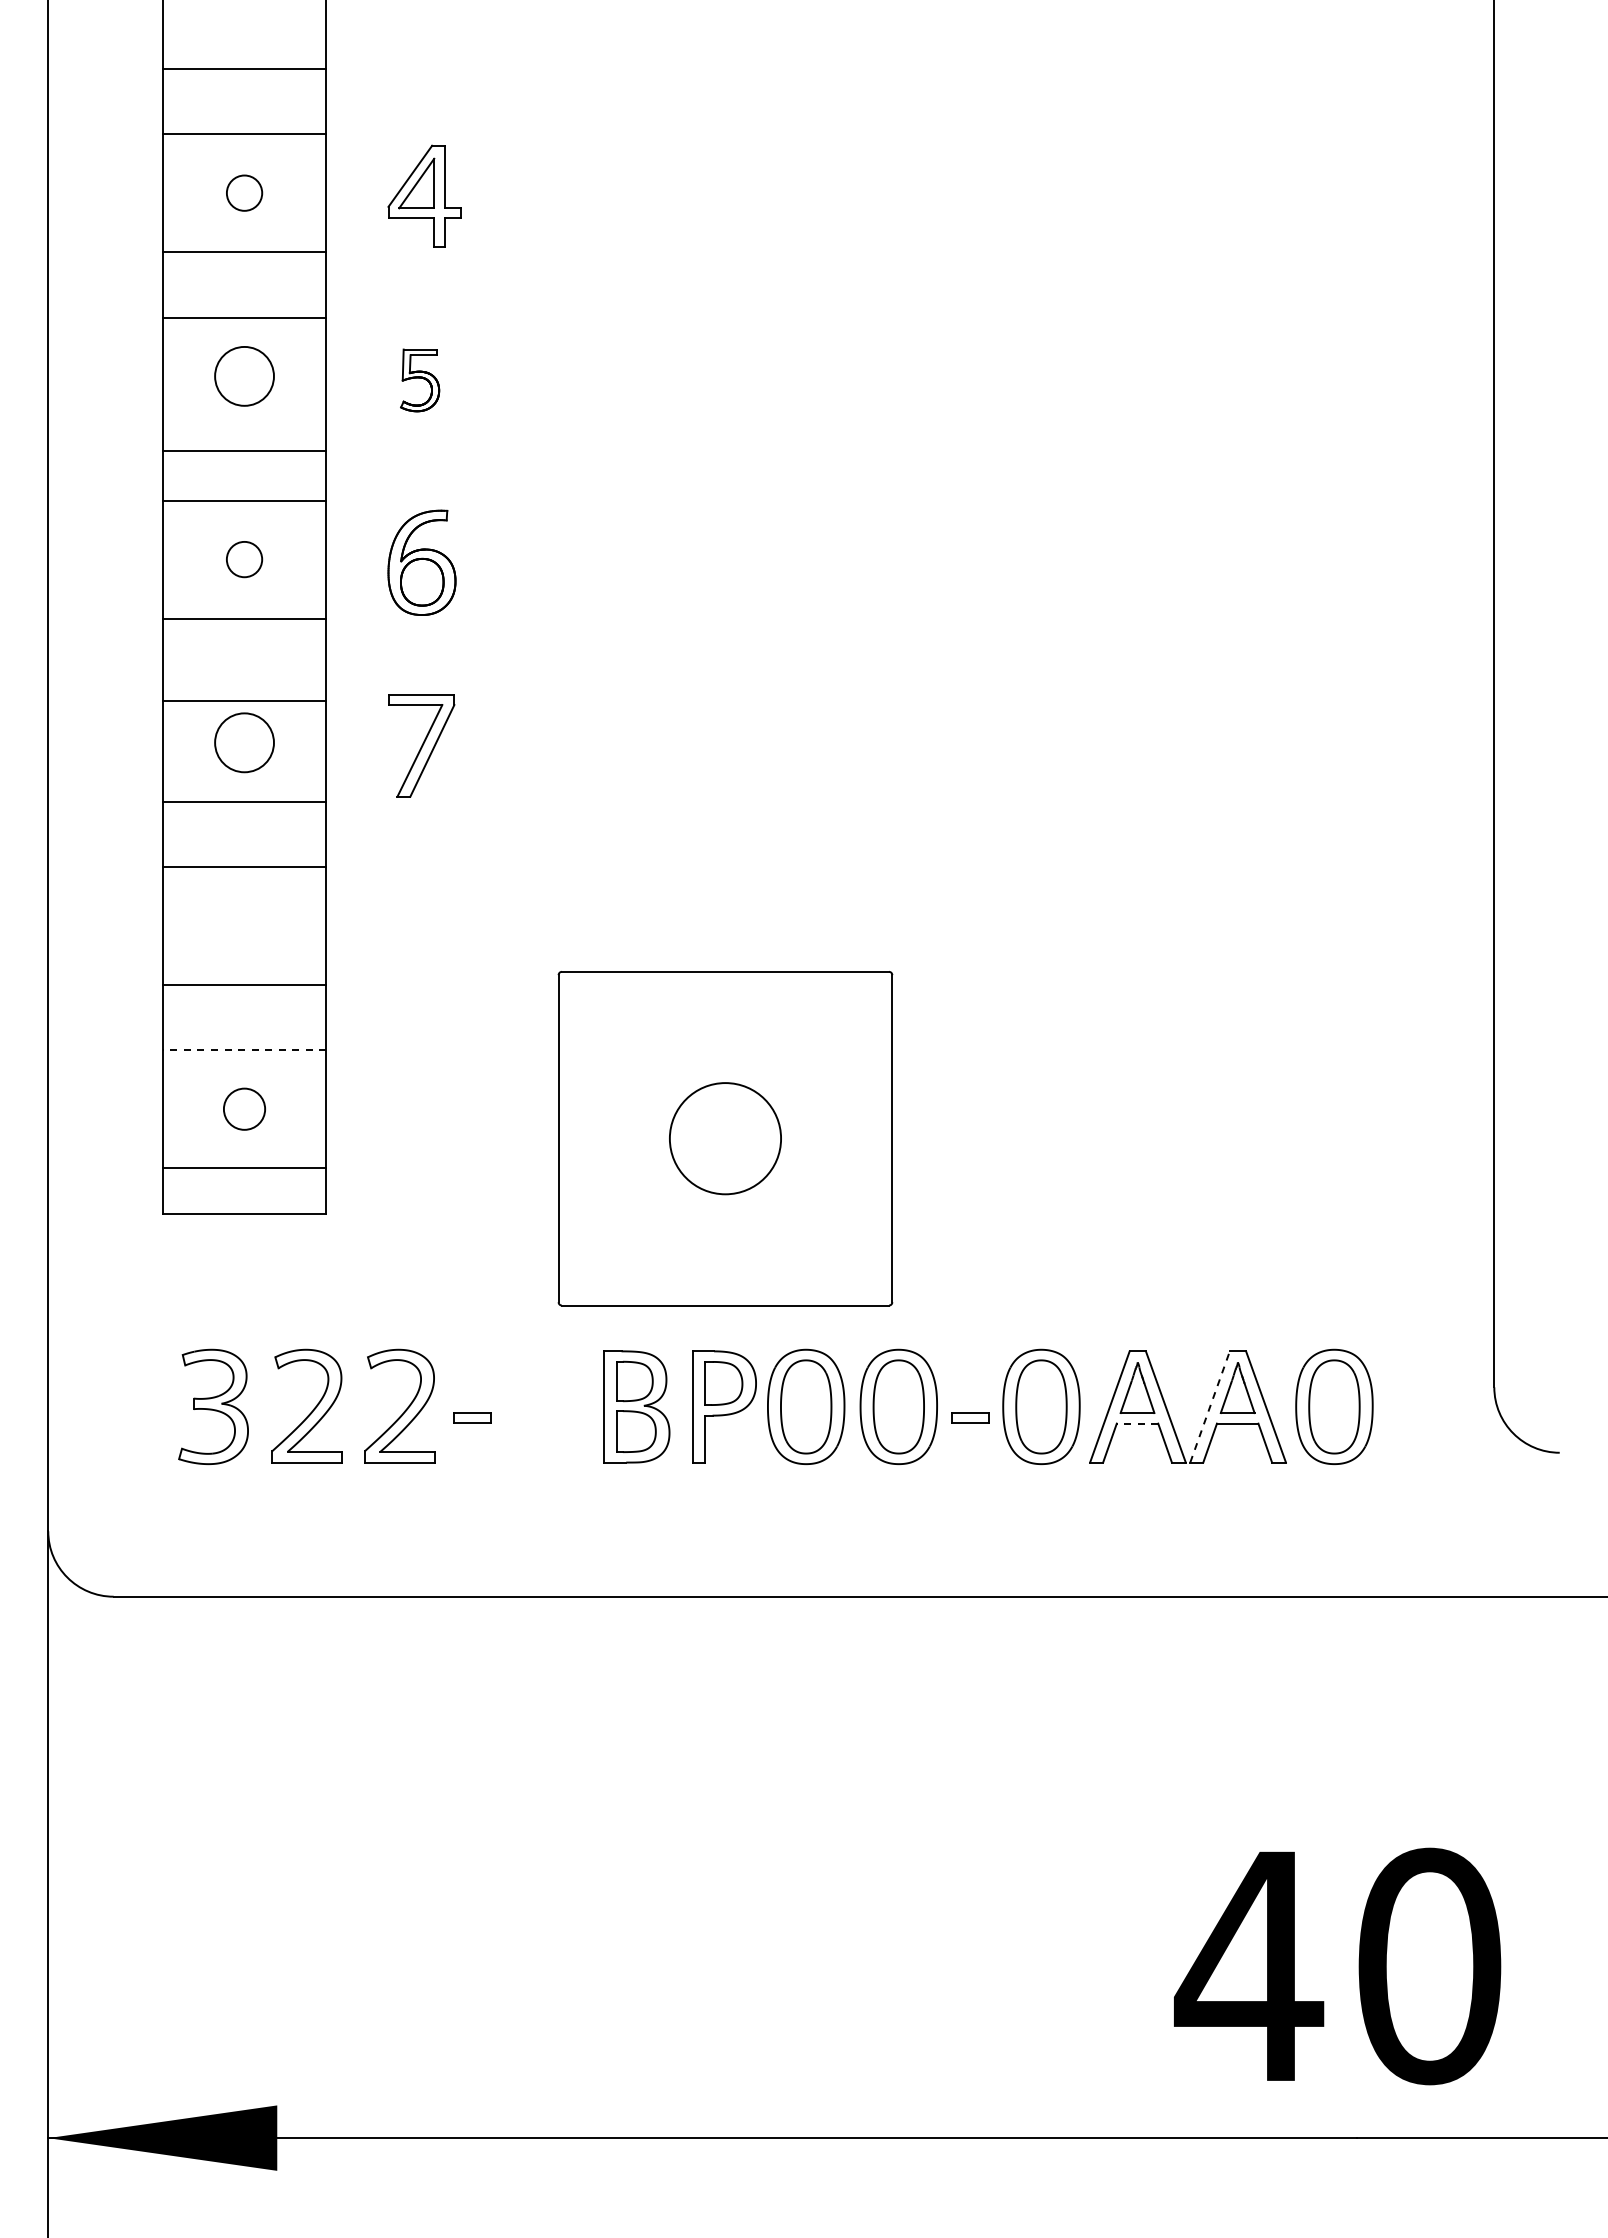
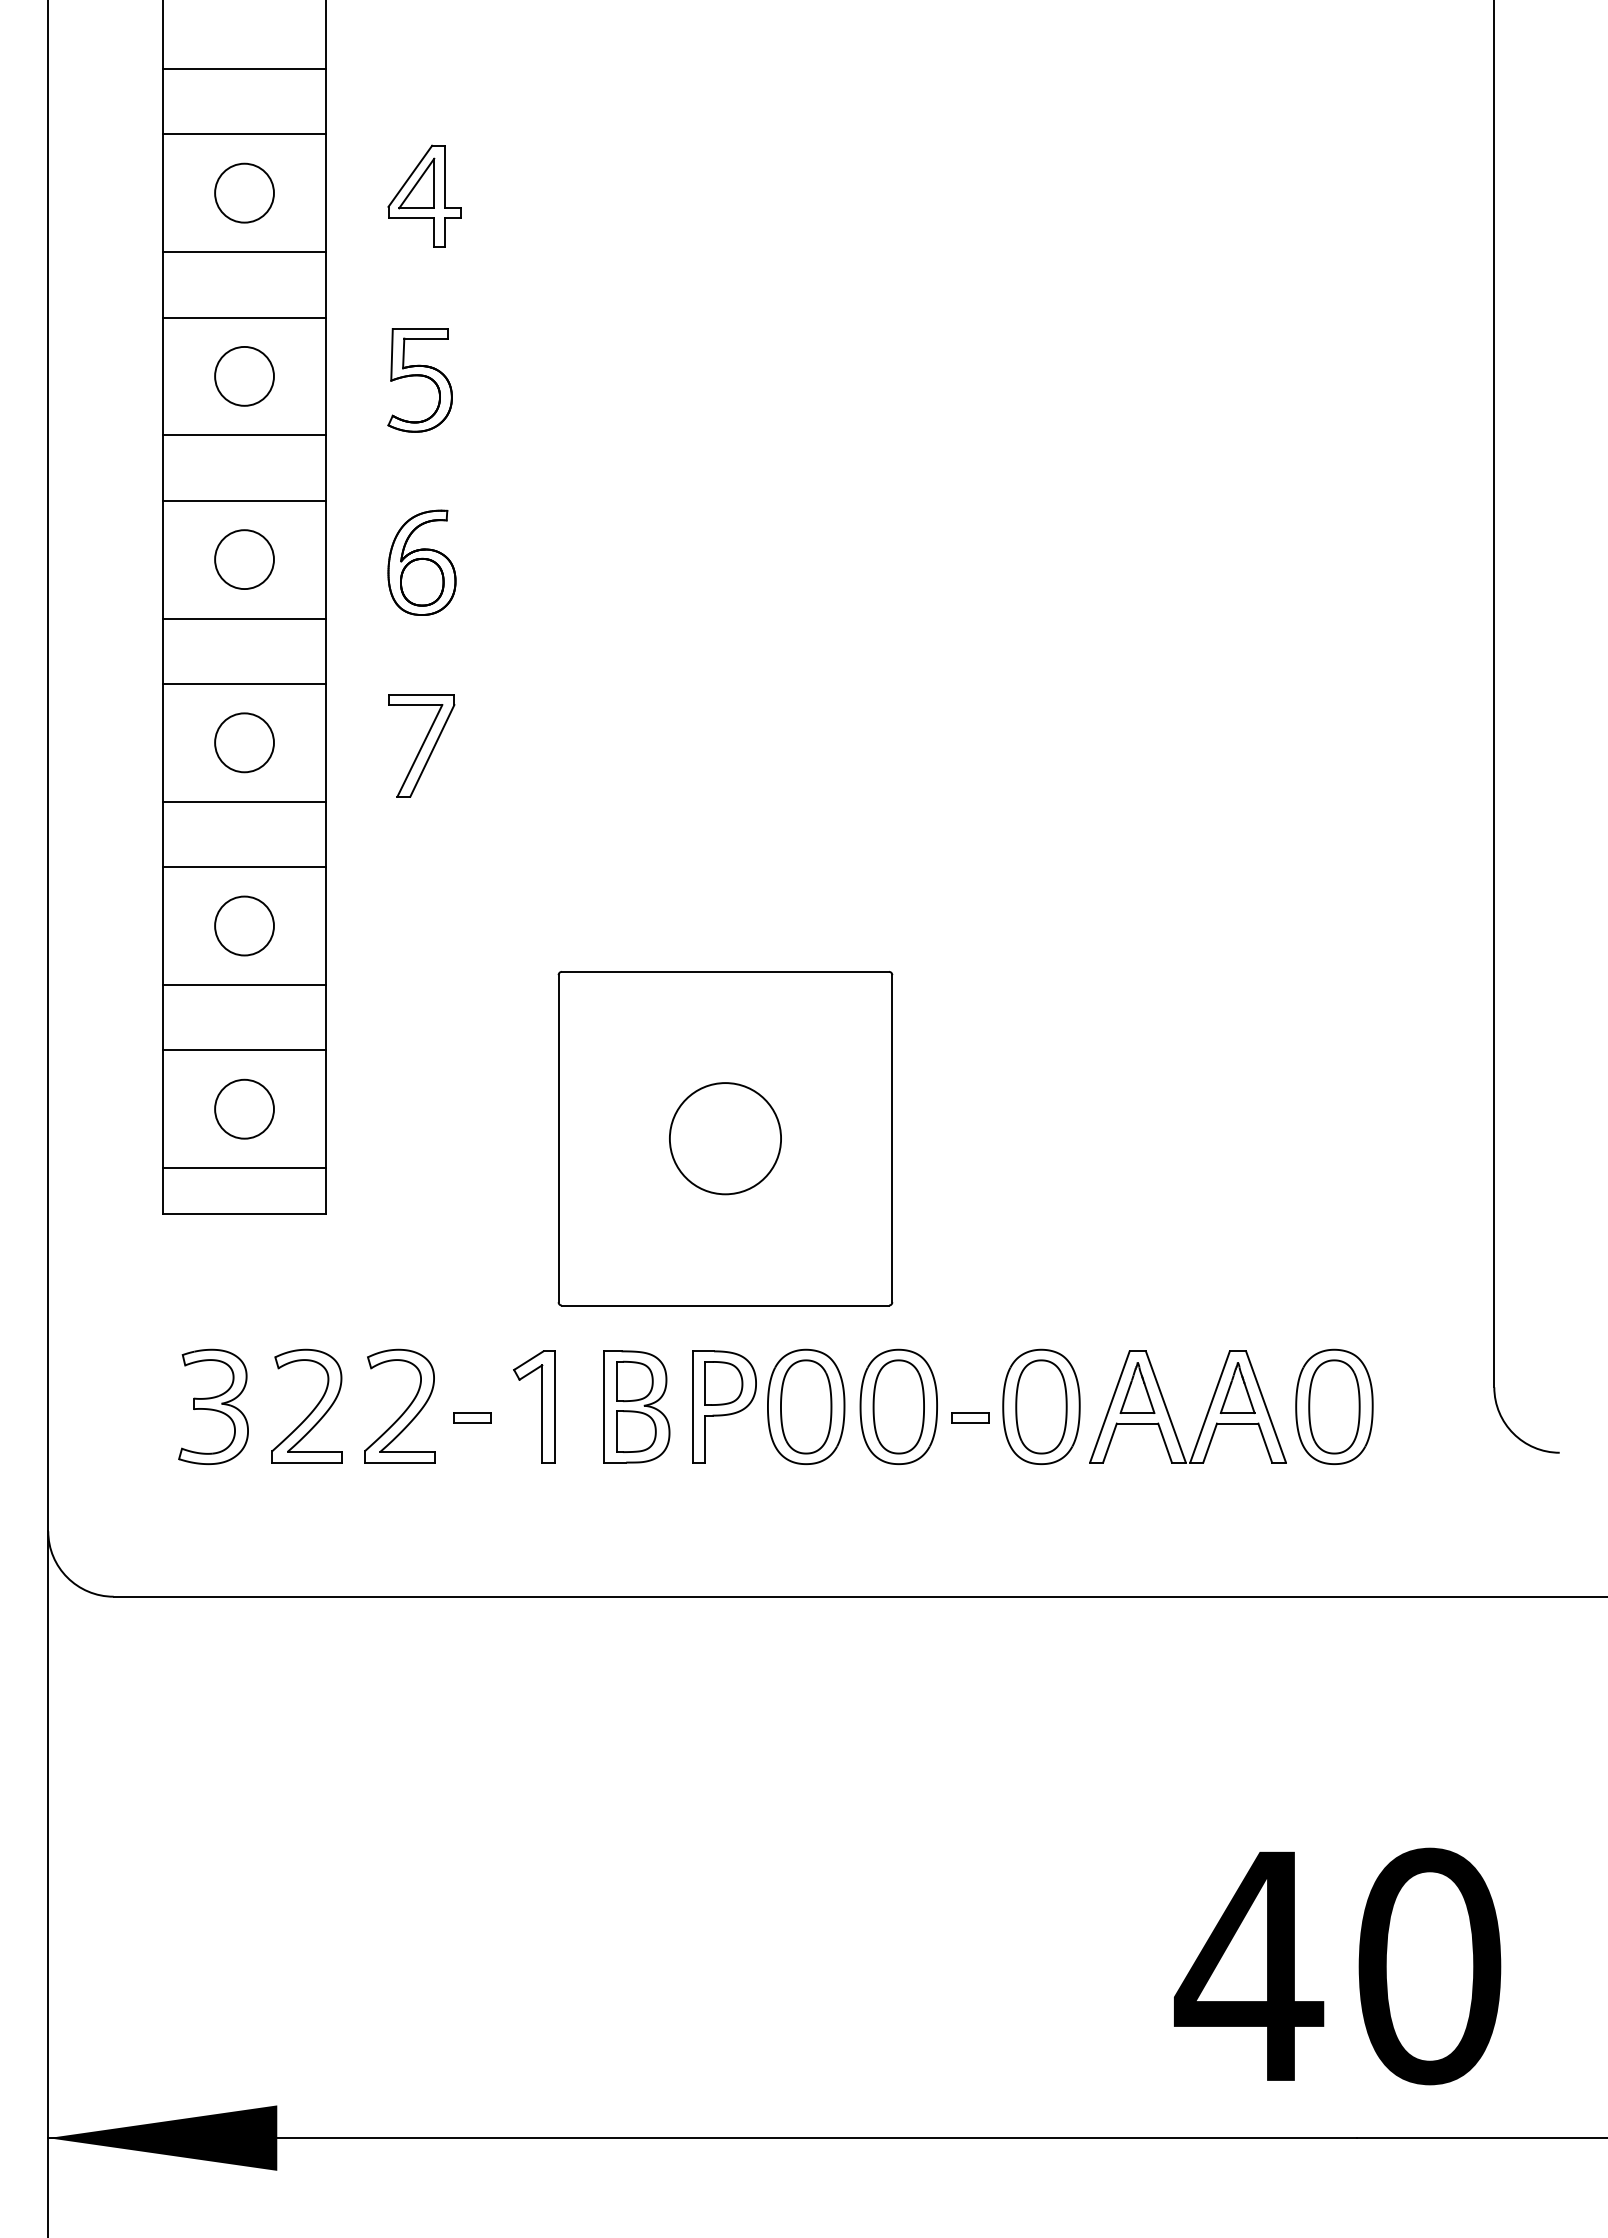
circle at (244, 192) diameter: 35 px -> 59 px
part at (420, 380) size: 41x65 px -> 66x105 px
line at (244, 451) position: (244, 451) -> (244, 435)
circle at (244, 559) size: 38x38 px -> 61x61 px
line at (244, 700) position: (244, 700) -> (244, 683)
circle at (244, 925): none -> present
line at (244, 1050): dashed -> solid
circle at (244, 1108) diameter: 41 px -> 59 px
part at (541, 1406): none -> present
line at (1210, 1406): dashed -> solid
line at (1137, 1423): dashed -> solid
